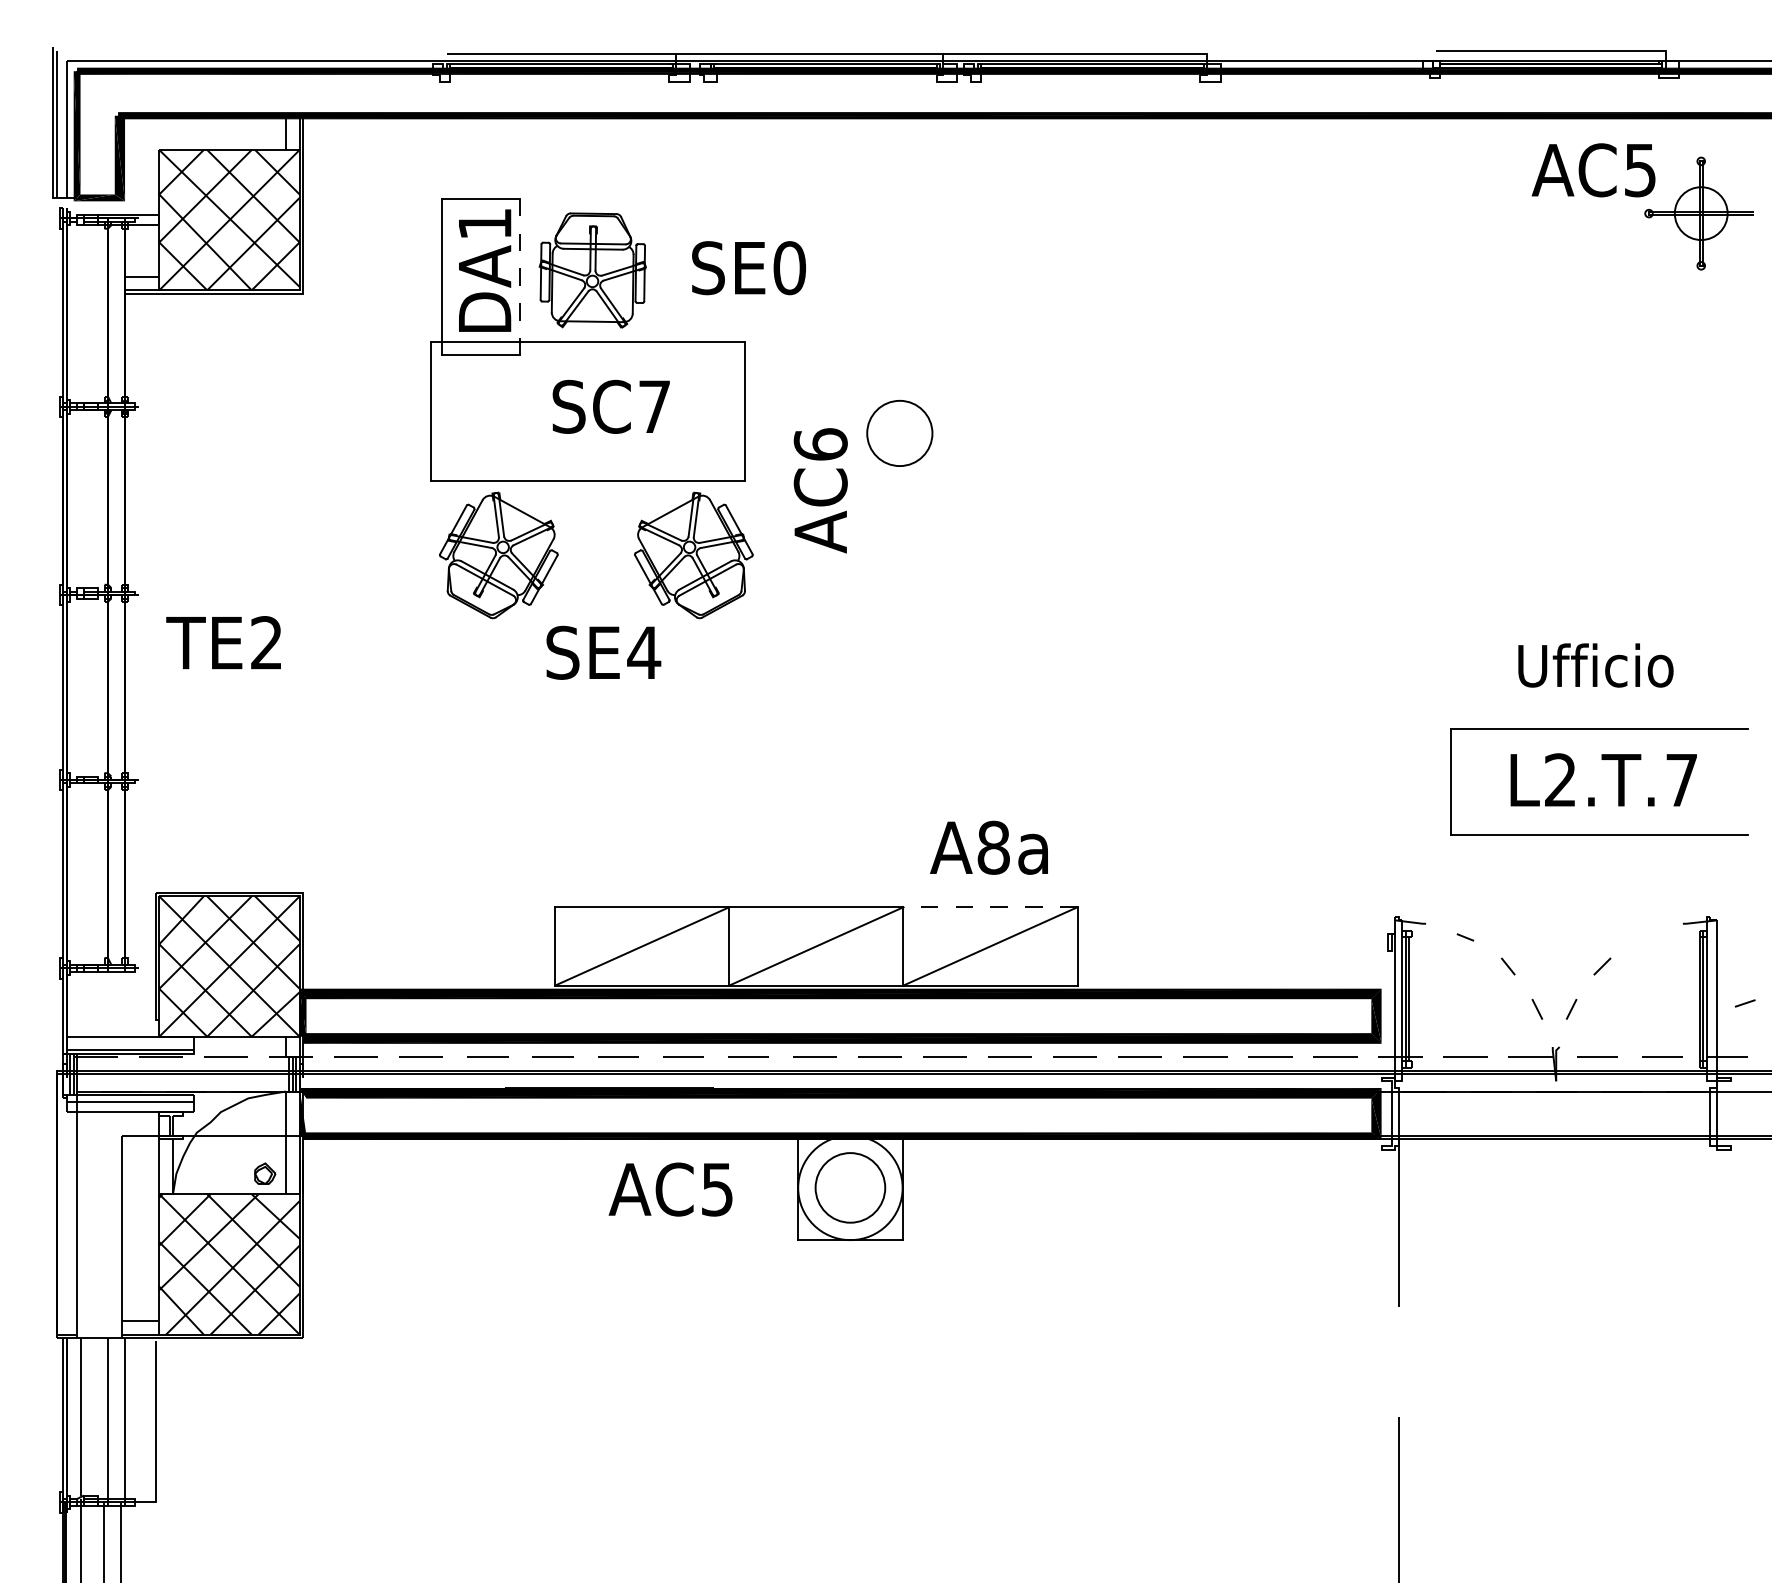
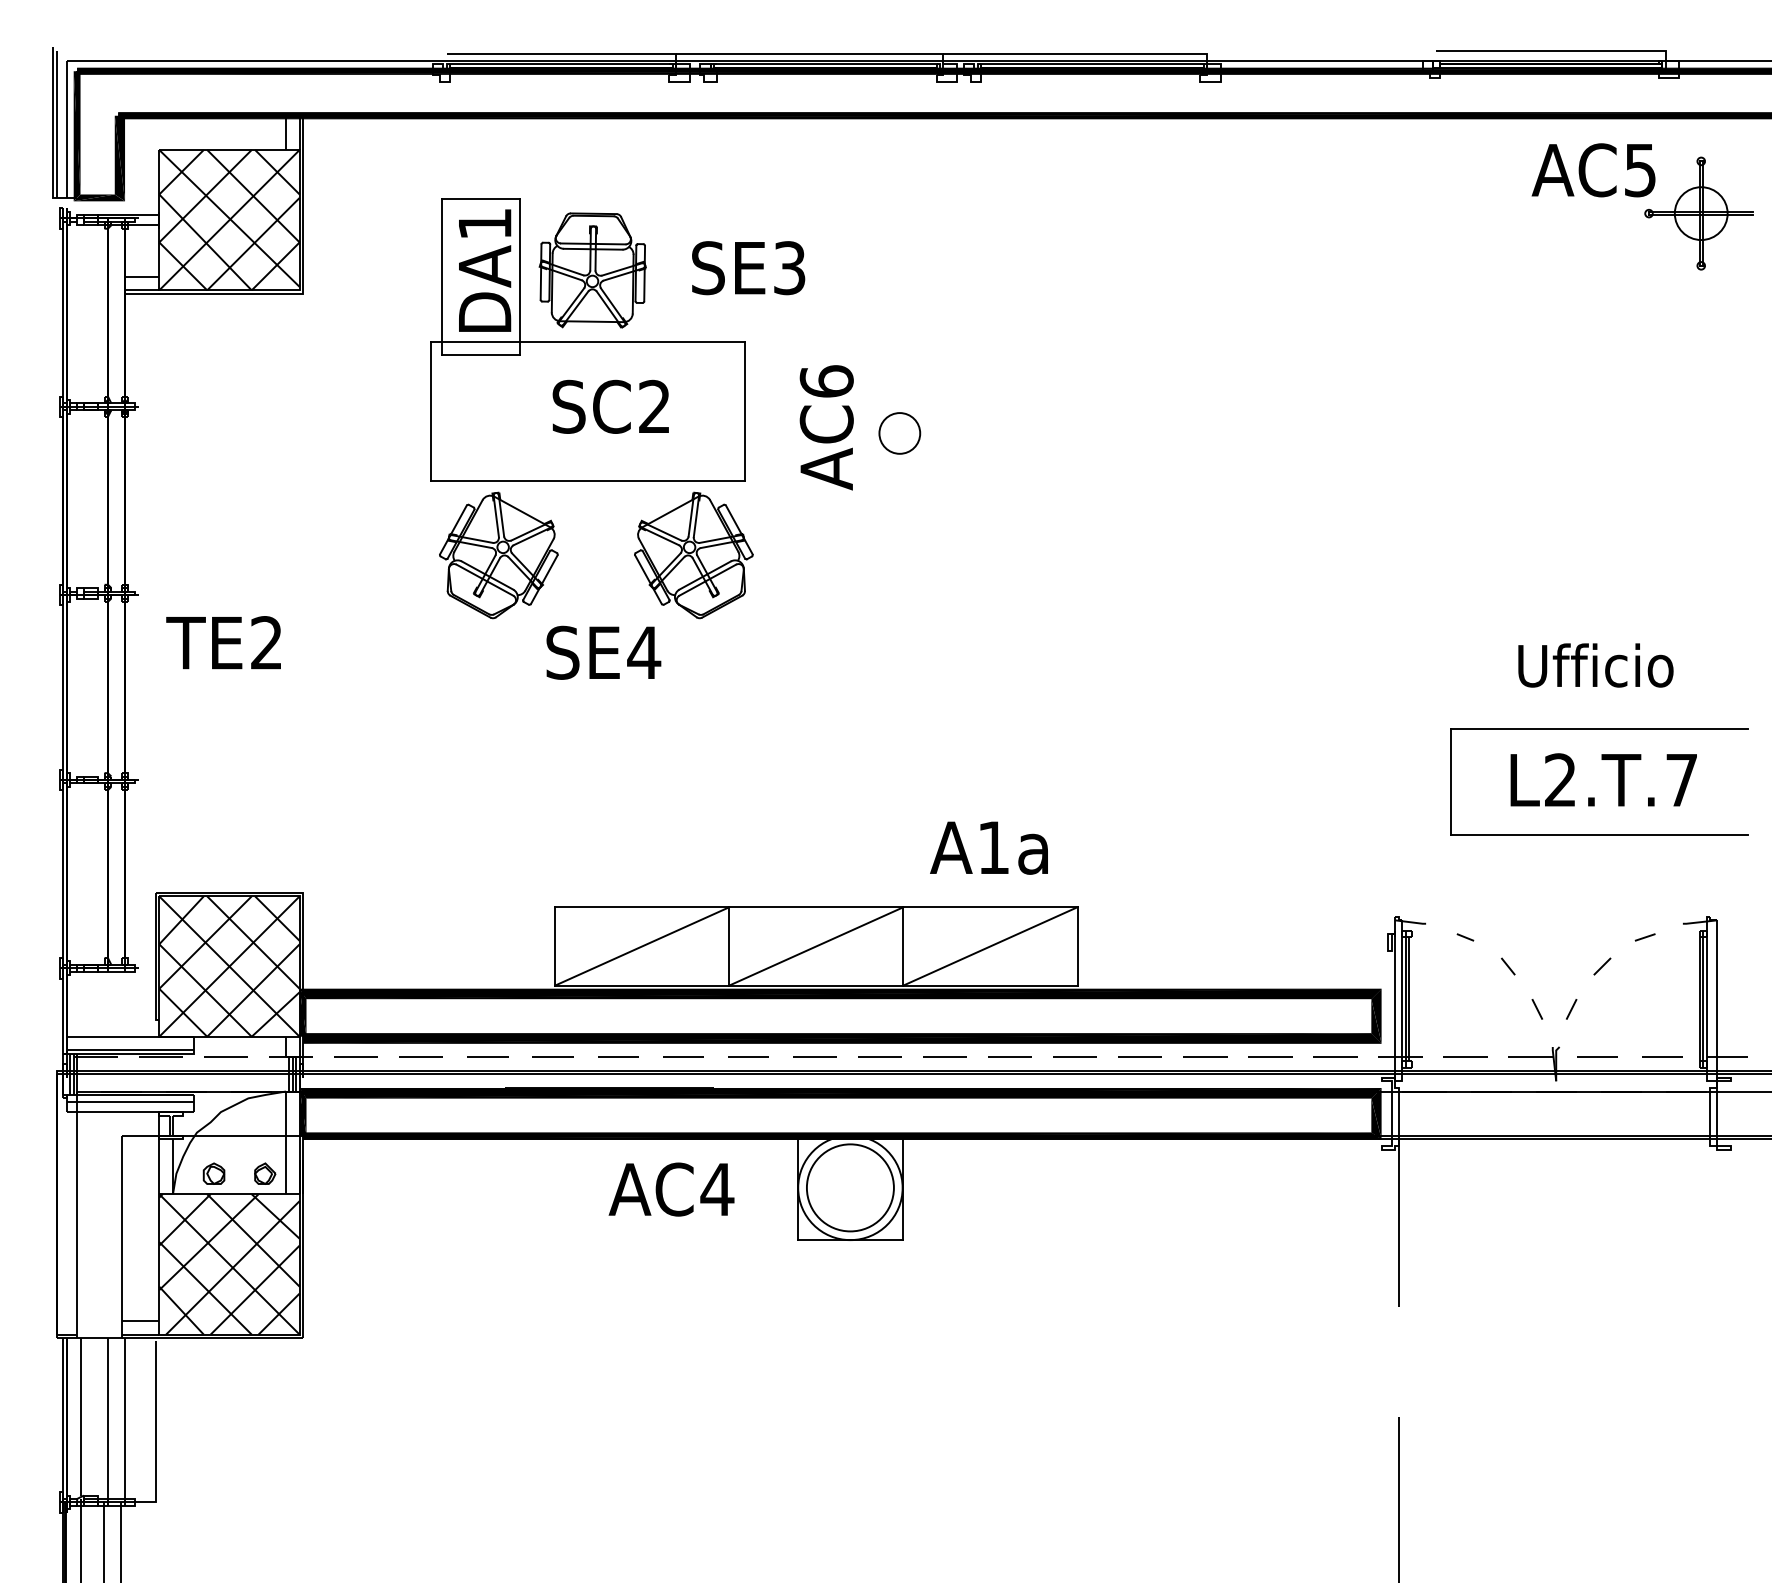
text at (789, 268): SE0 -> SE3
line at (520, 277): dashed -> solid
text at (654, 405): SC7 -> SC2
circle at (899, 433) diameter: 65 px -> 41 px
text at (820, 490) position: (820, 490) -> (826, 427)
text at (993, 847): A8a -> A1a
line at (989, 907): dashed -> solid
line at (1744, 1003) position: (1744, 1003) -> (1644, 937)
fill at (302, 1112): none -> present
part at (213, 1173): none -> present
circle at (850, 1187) diameter: 70 px -> 87 px
text at (717, 1189): AC5 -> AC4
